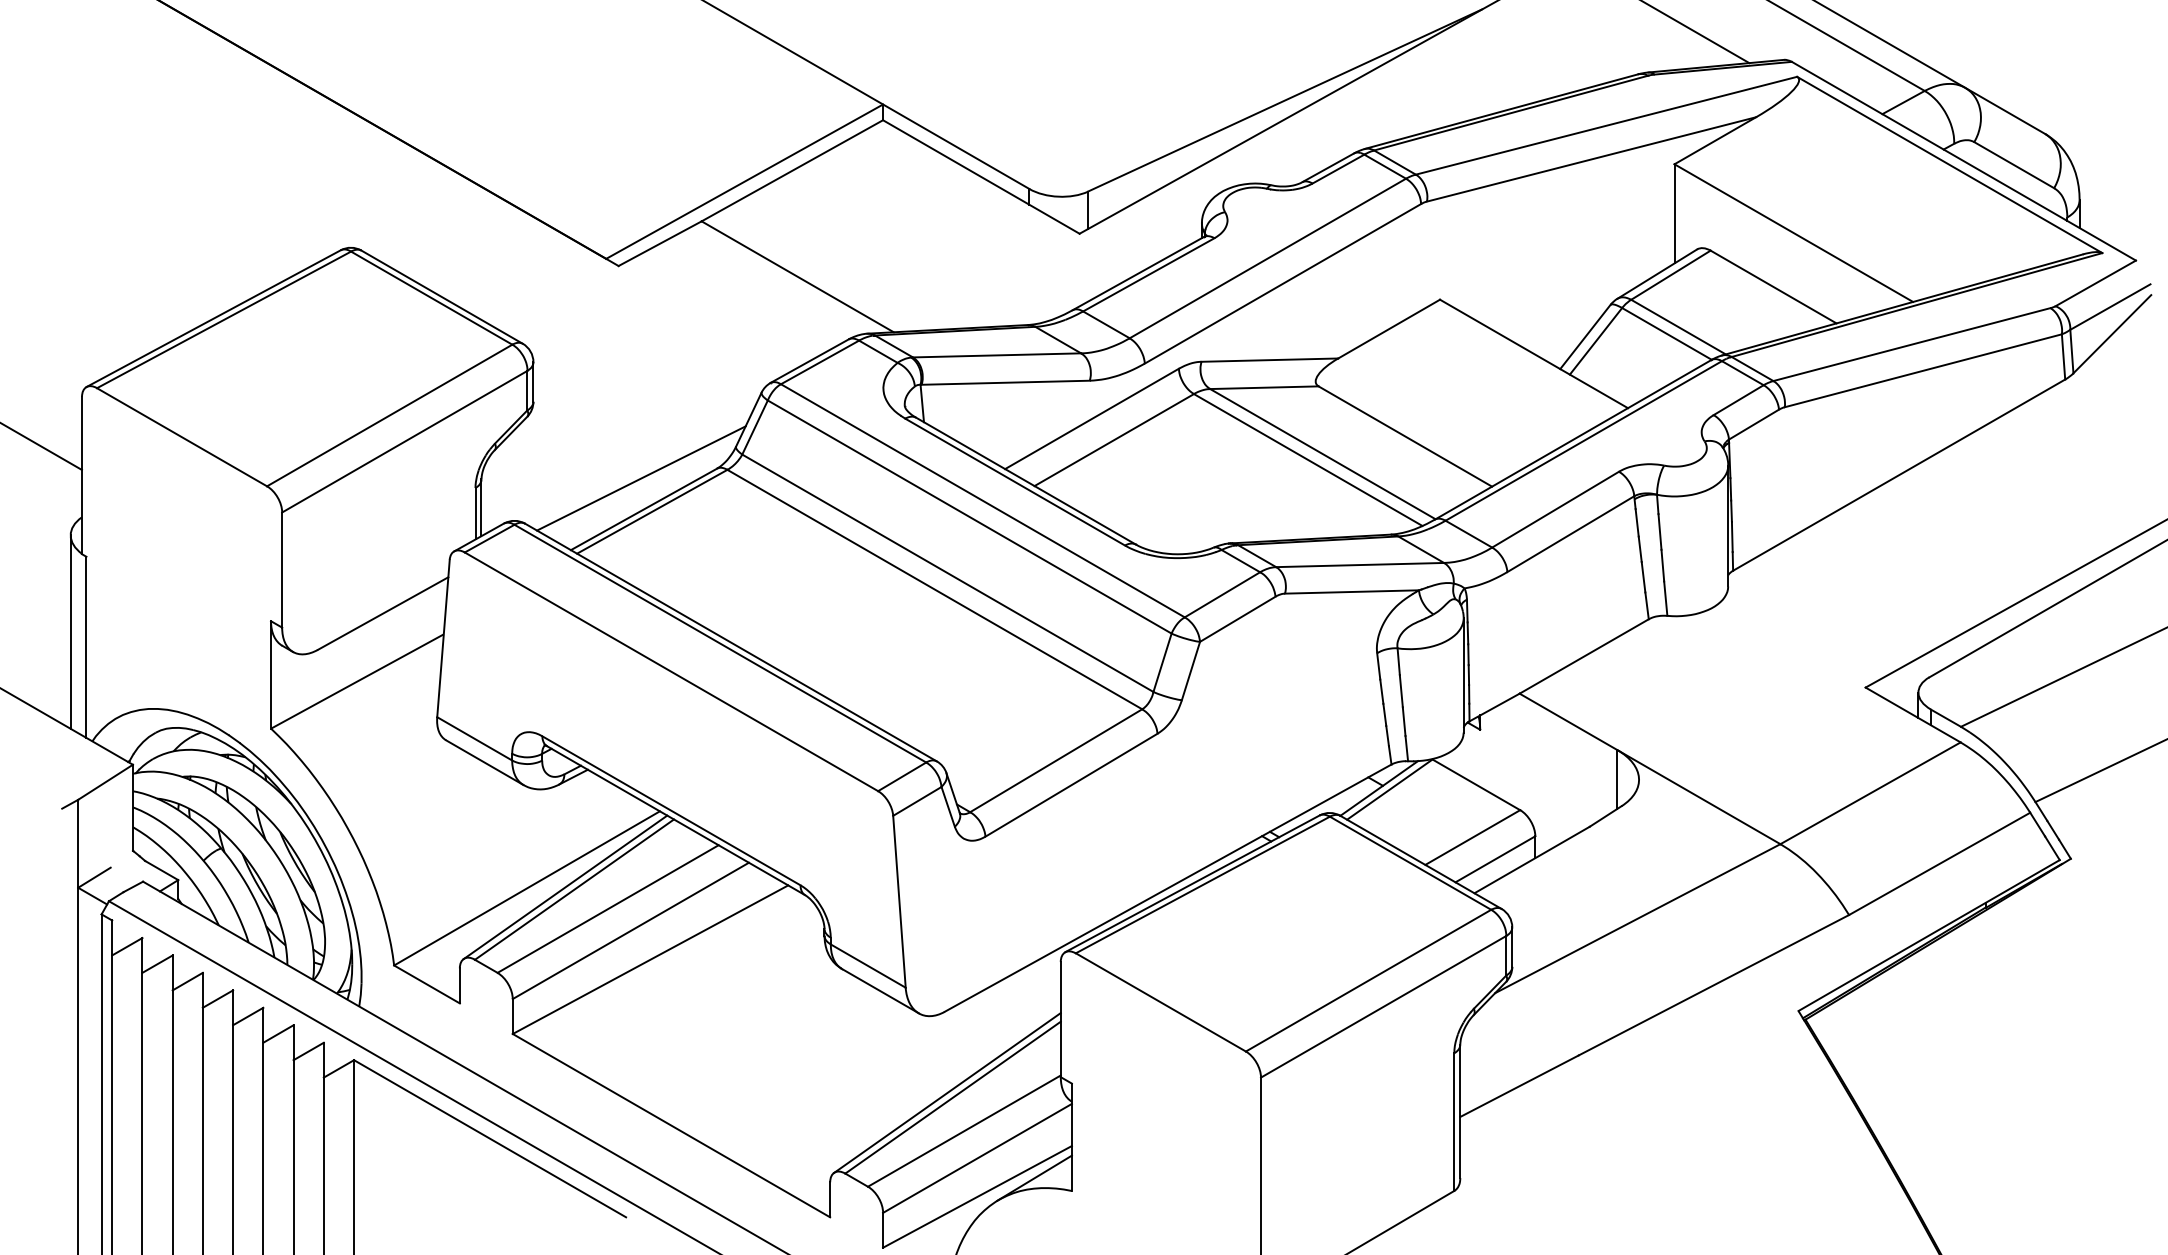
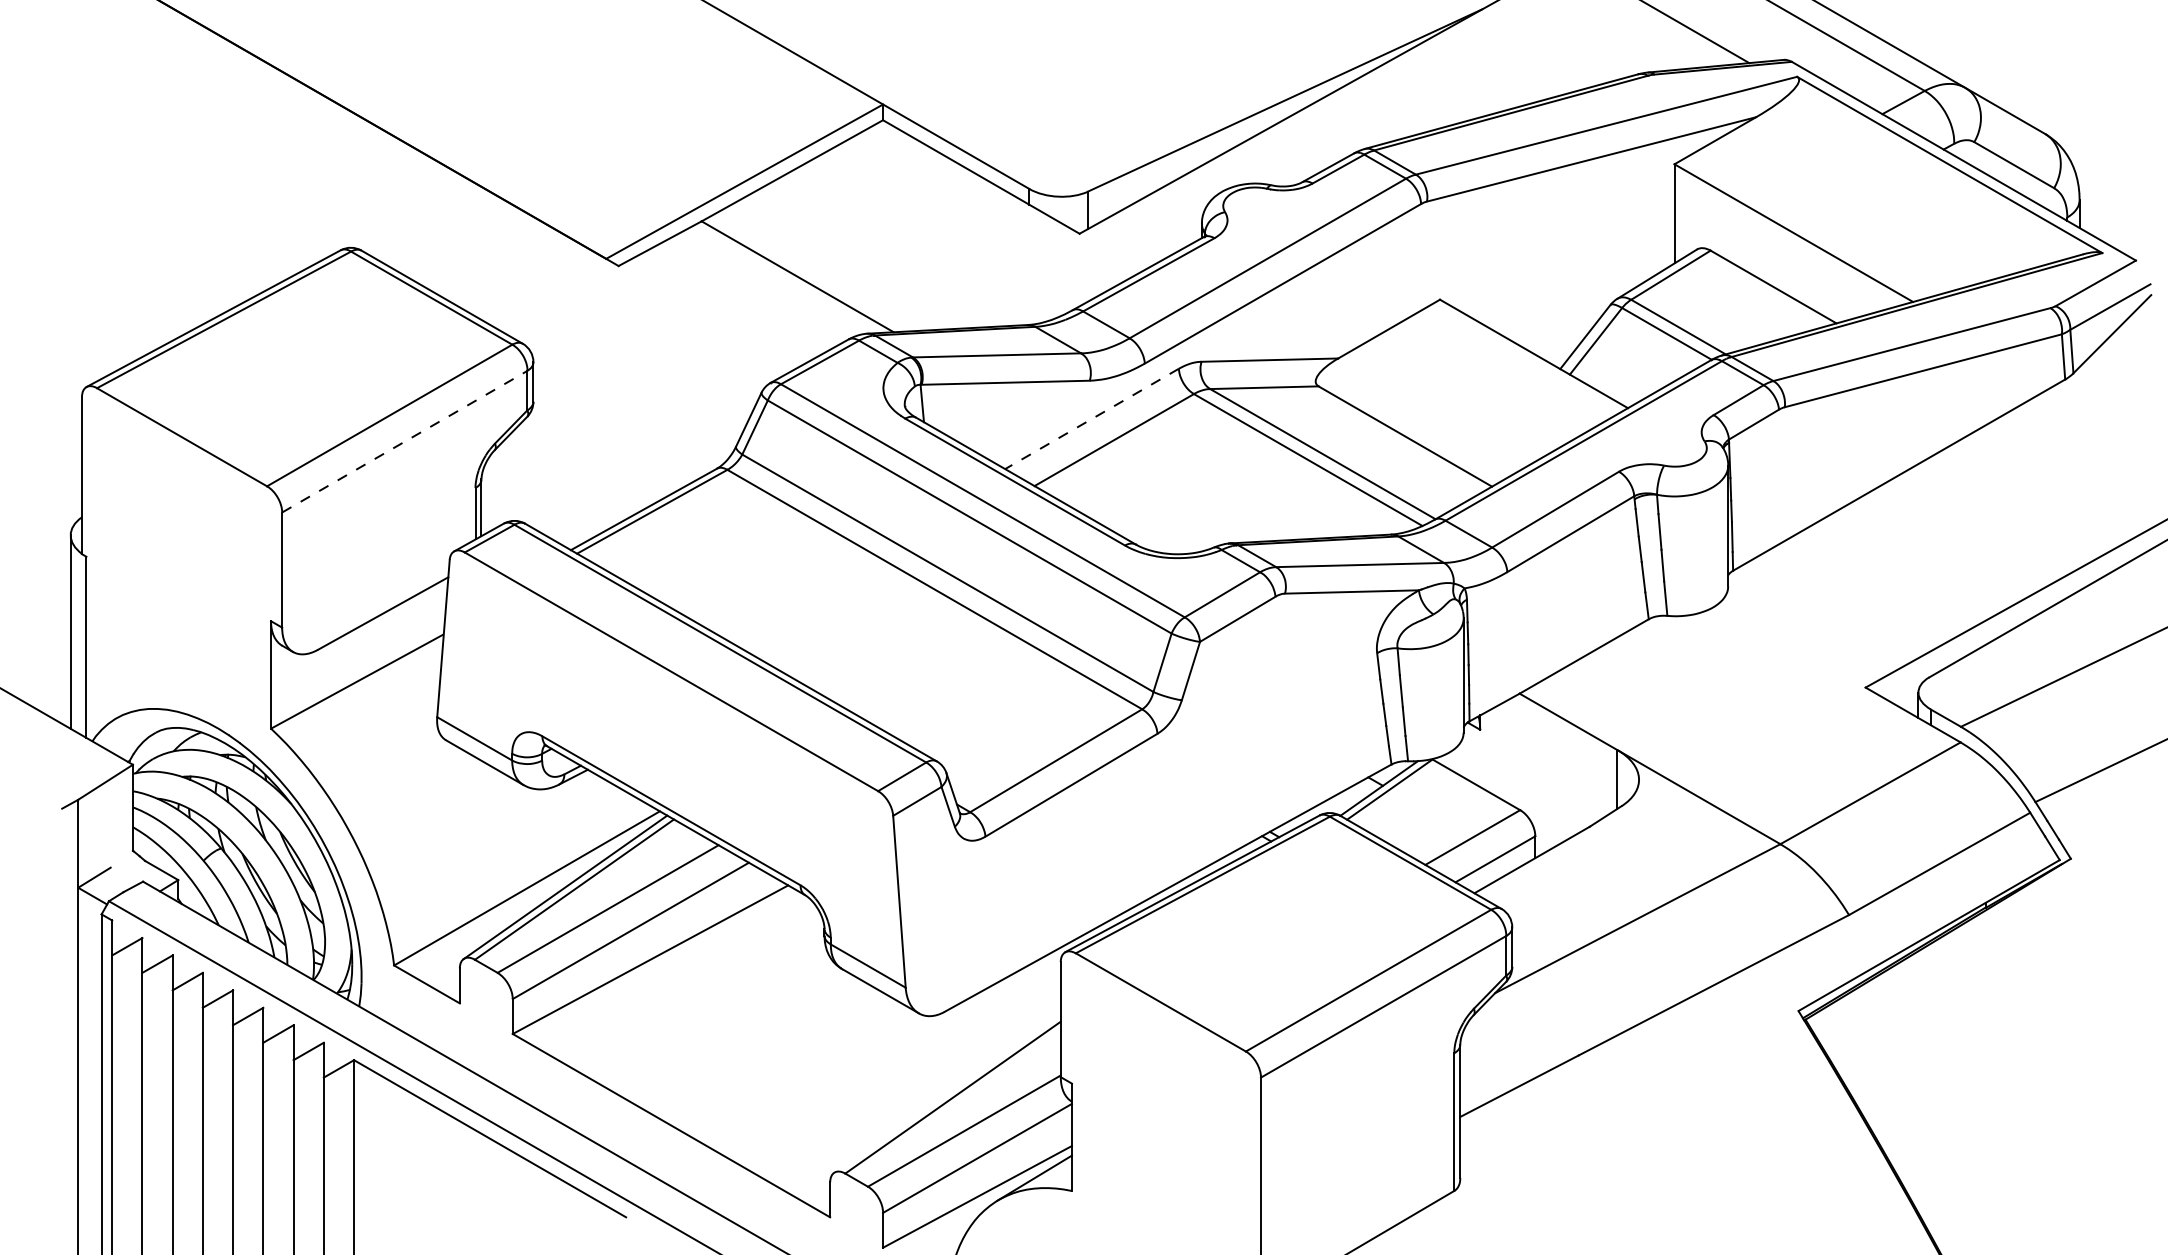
line at (1091, 419): solid -> dashed
line at (404, 441): solid -> dashed
line at (41, 446): present -> none
line at (641, 478): present -> none
line at (947, 1092): present -> none
